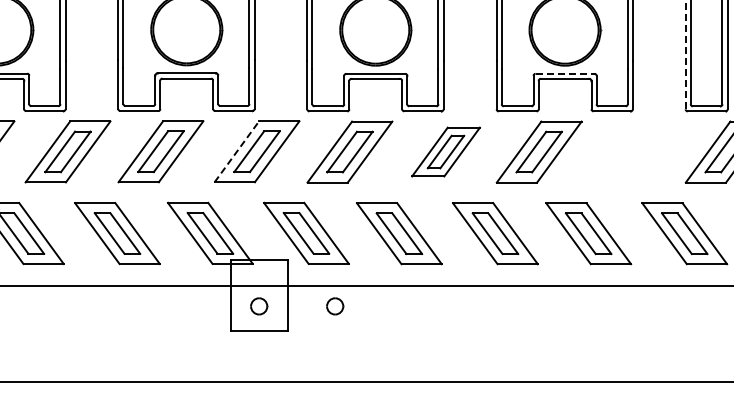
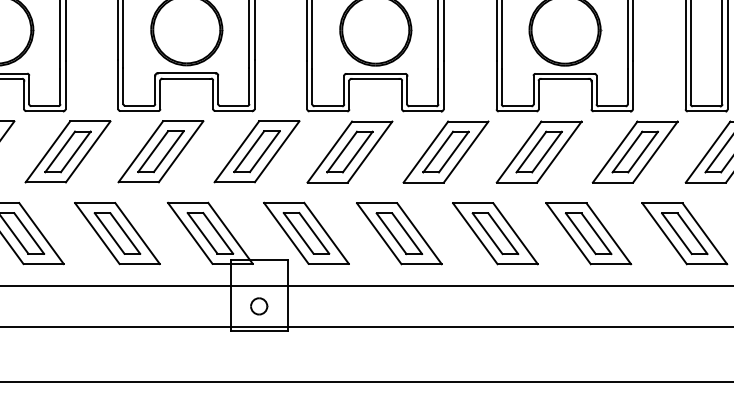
line at (685, 54): dashed -> solid
line at (565, 73): dashed -> solid
line at (236, 151): dashed -> solid
part at (445, 151) size: 70x52 px -> 88x64 px
part at (634, 151): none -> present
part at (335, 306): present -> none
line at (366, 326): none -> present
